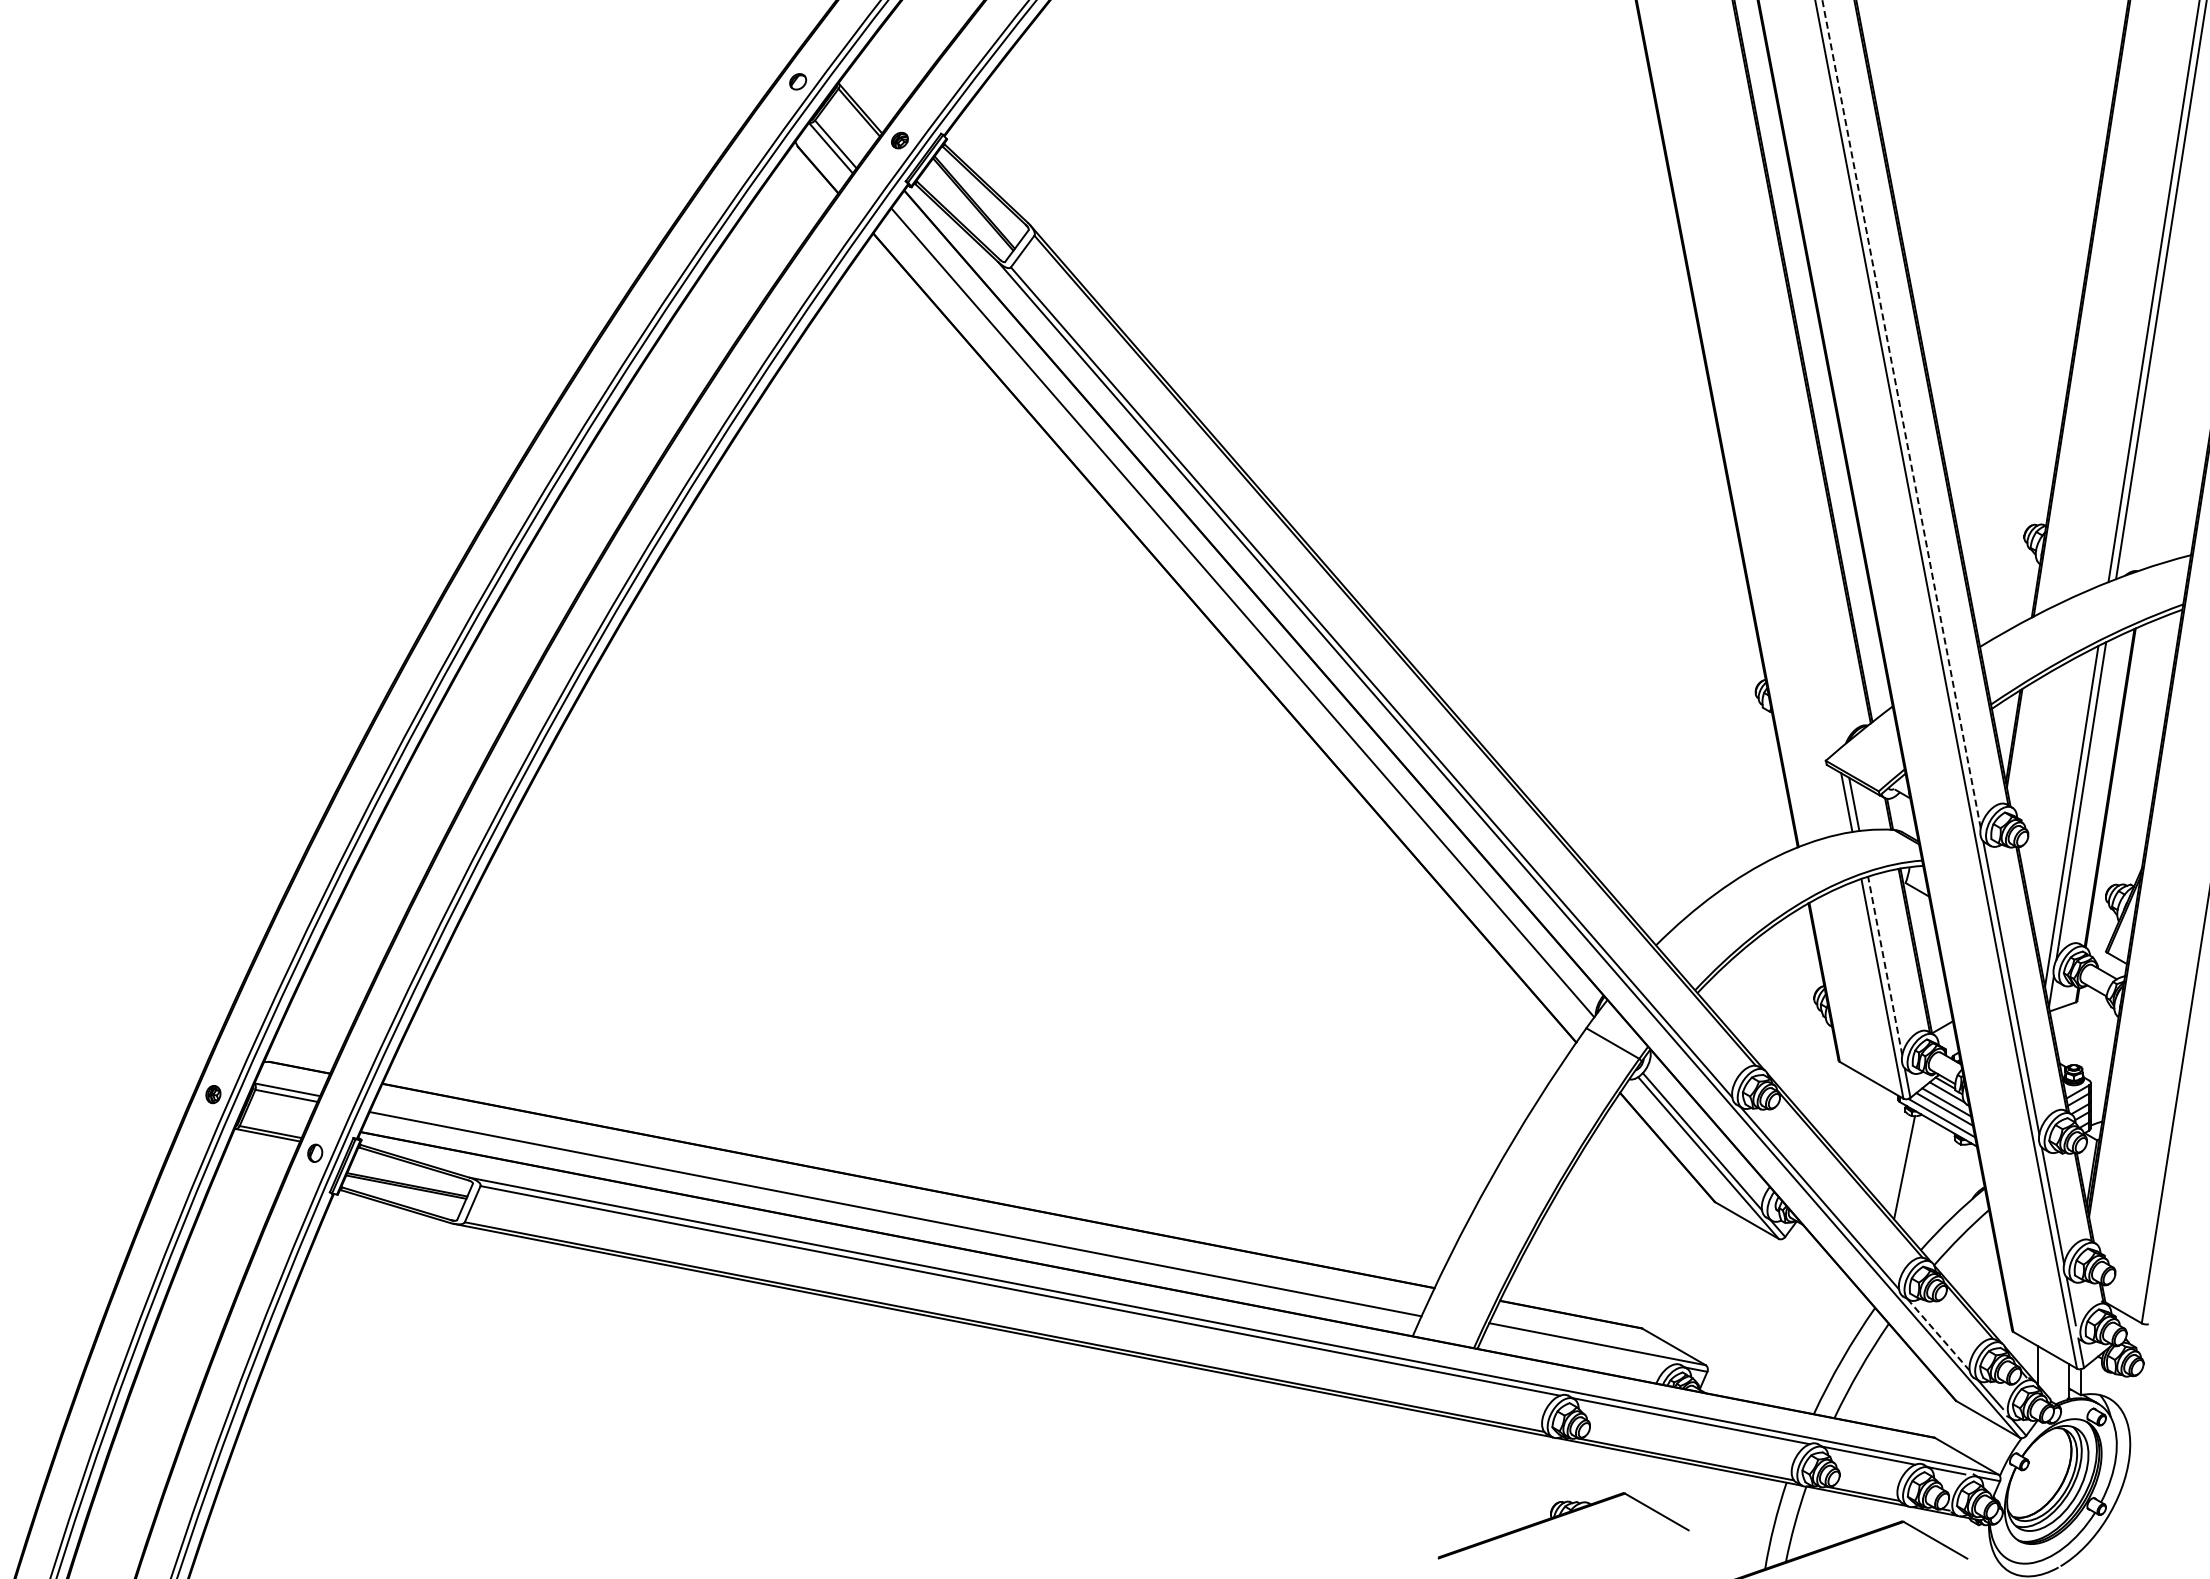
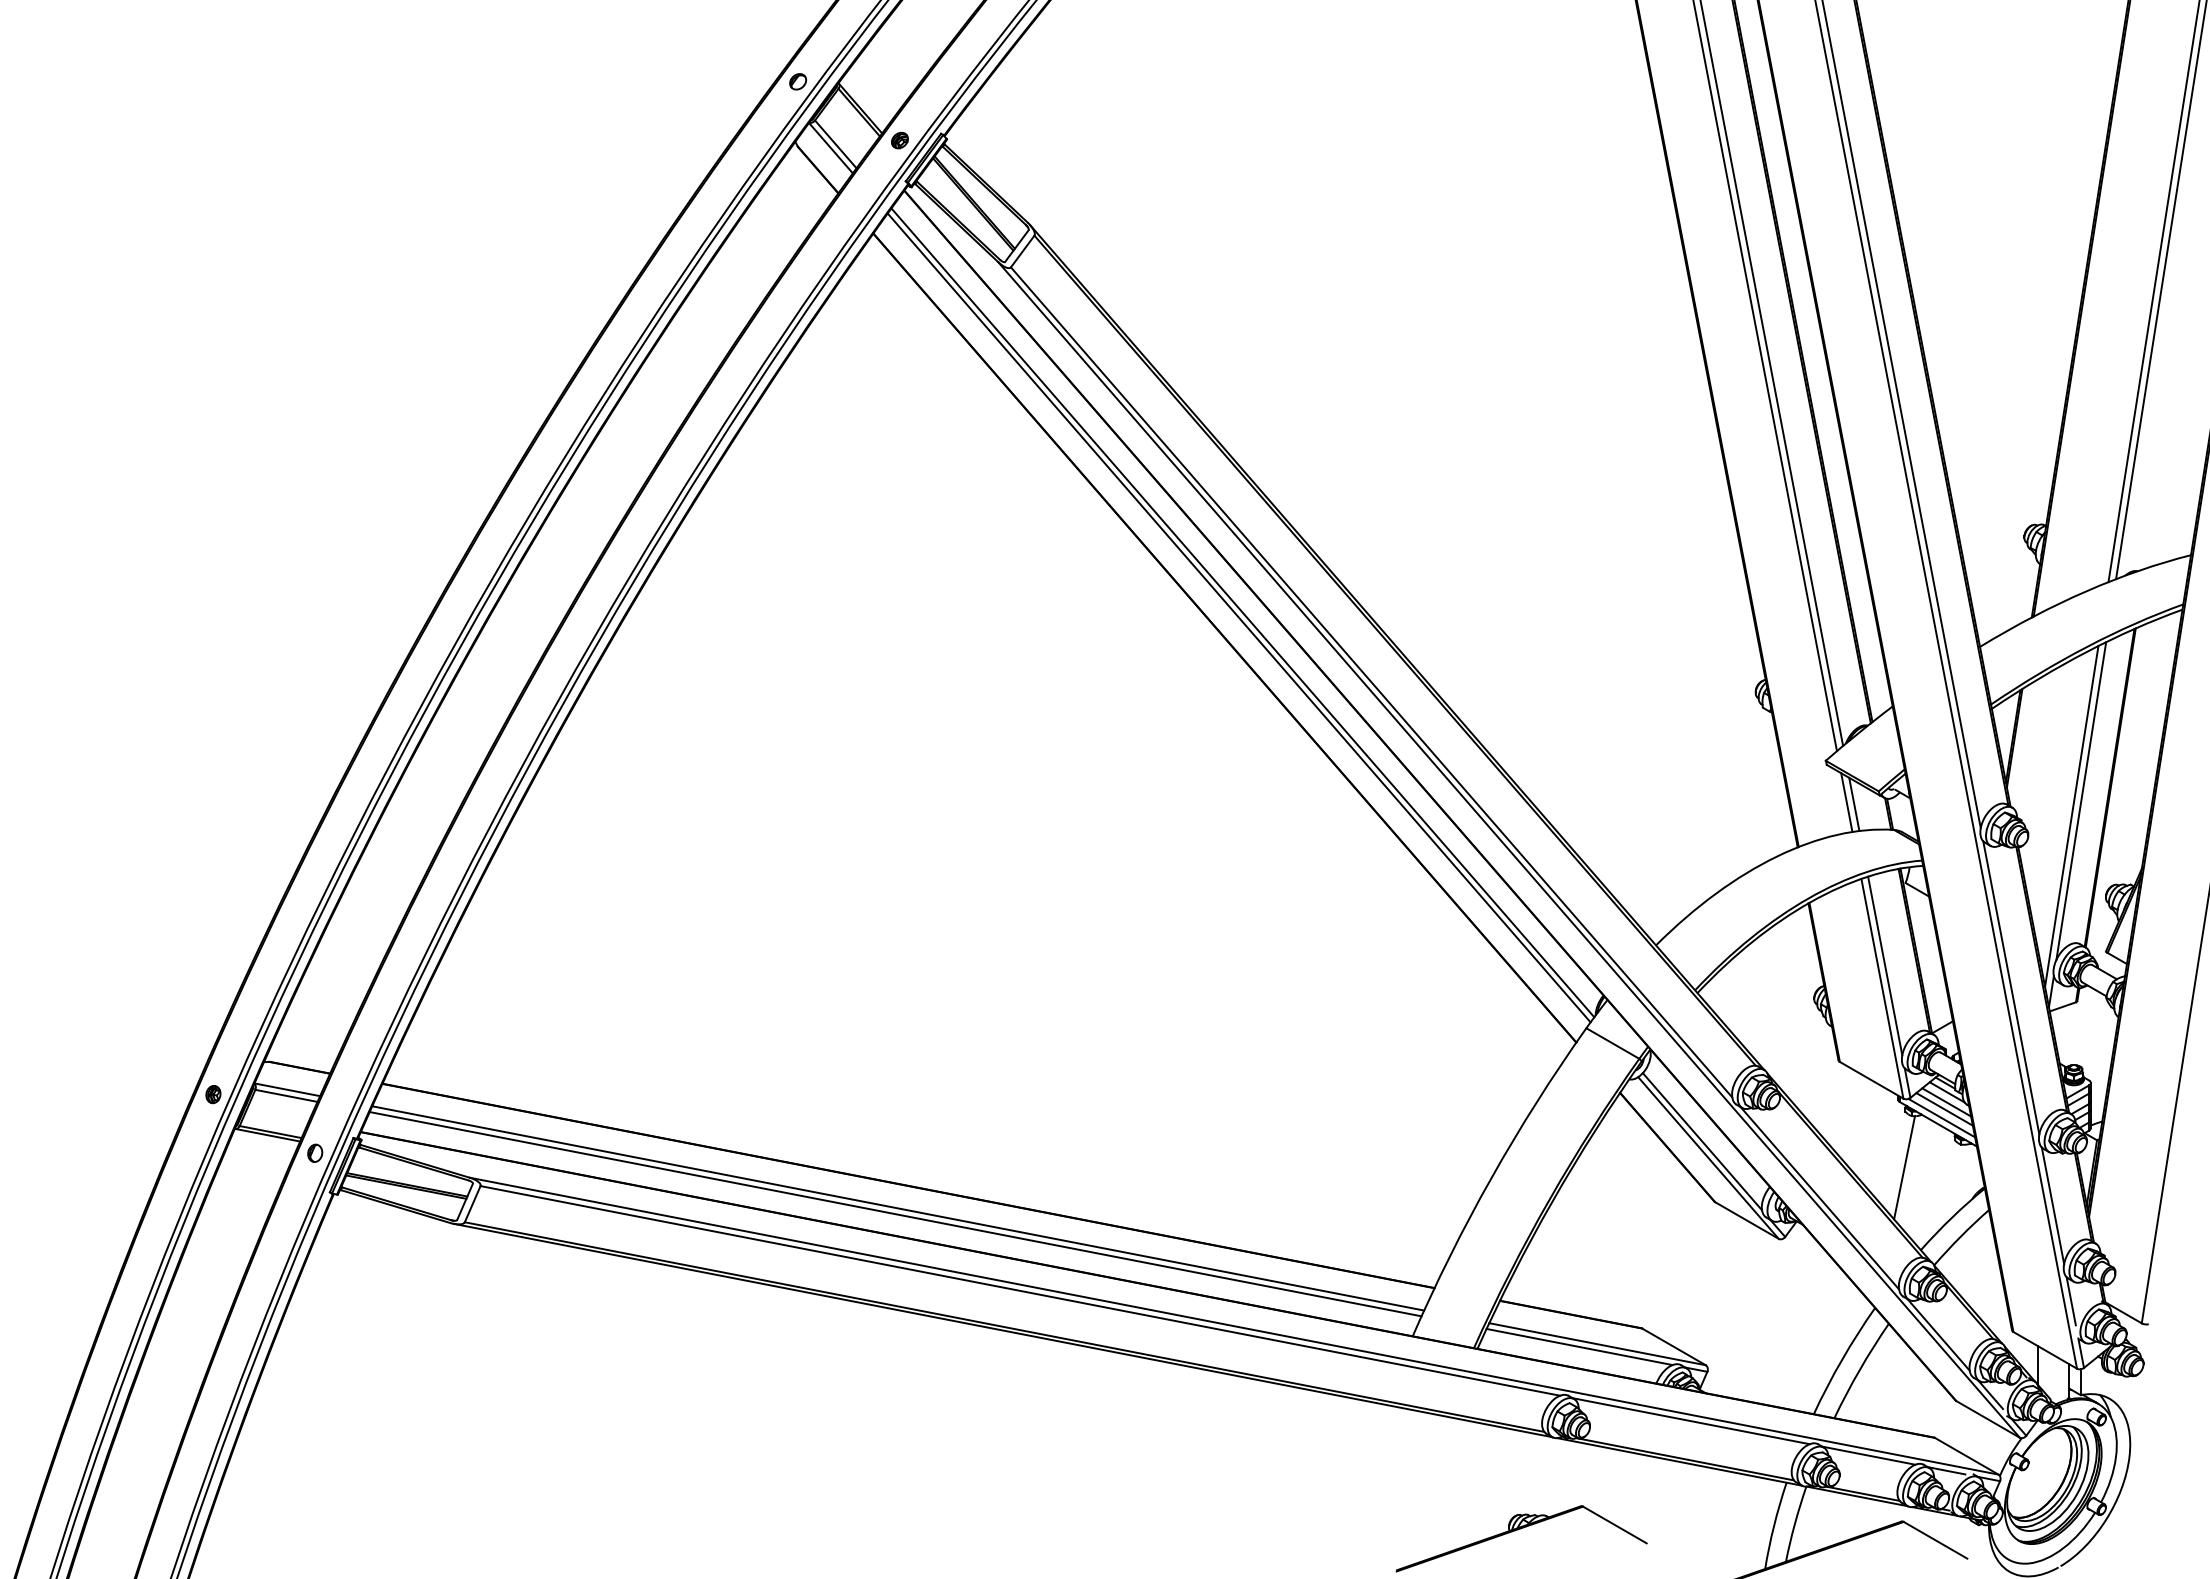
line at (1771, 373): none -> present
line at (1764, 376): none -> present
line at (1901, 413): dashed -> solid
line at (1238, 617): none -> present
line at (1885, 965): dashed -> solid
line at (898, 1208): none -> present
line at (1938, 1334): dashed -> solid
line at (1579, 1346): none -> present
part at (1560, 1517) position: (1560, 1517) -> (1518, 1530)
